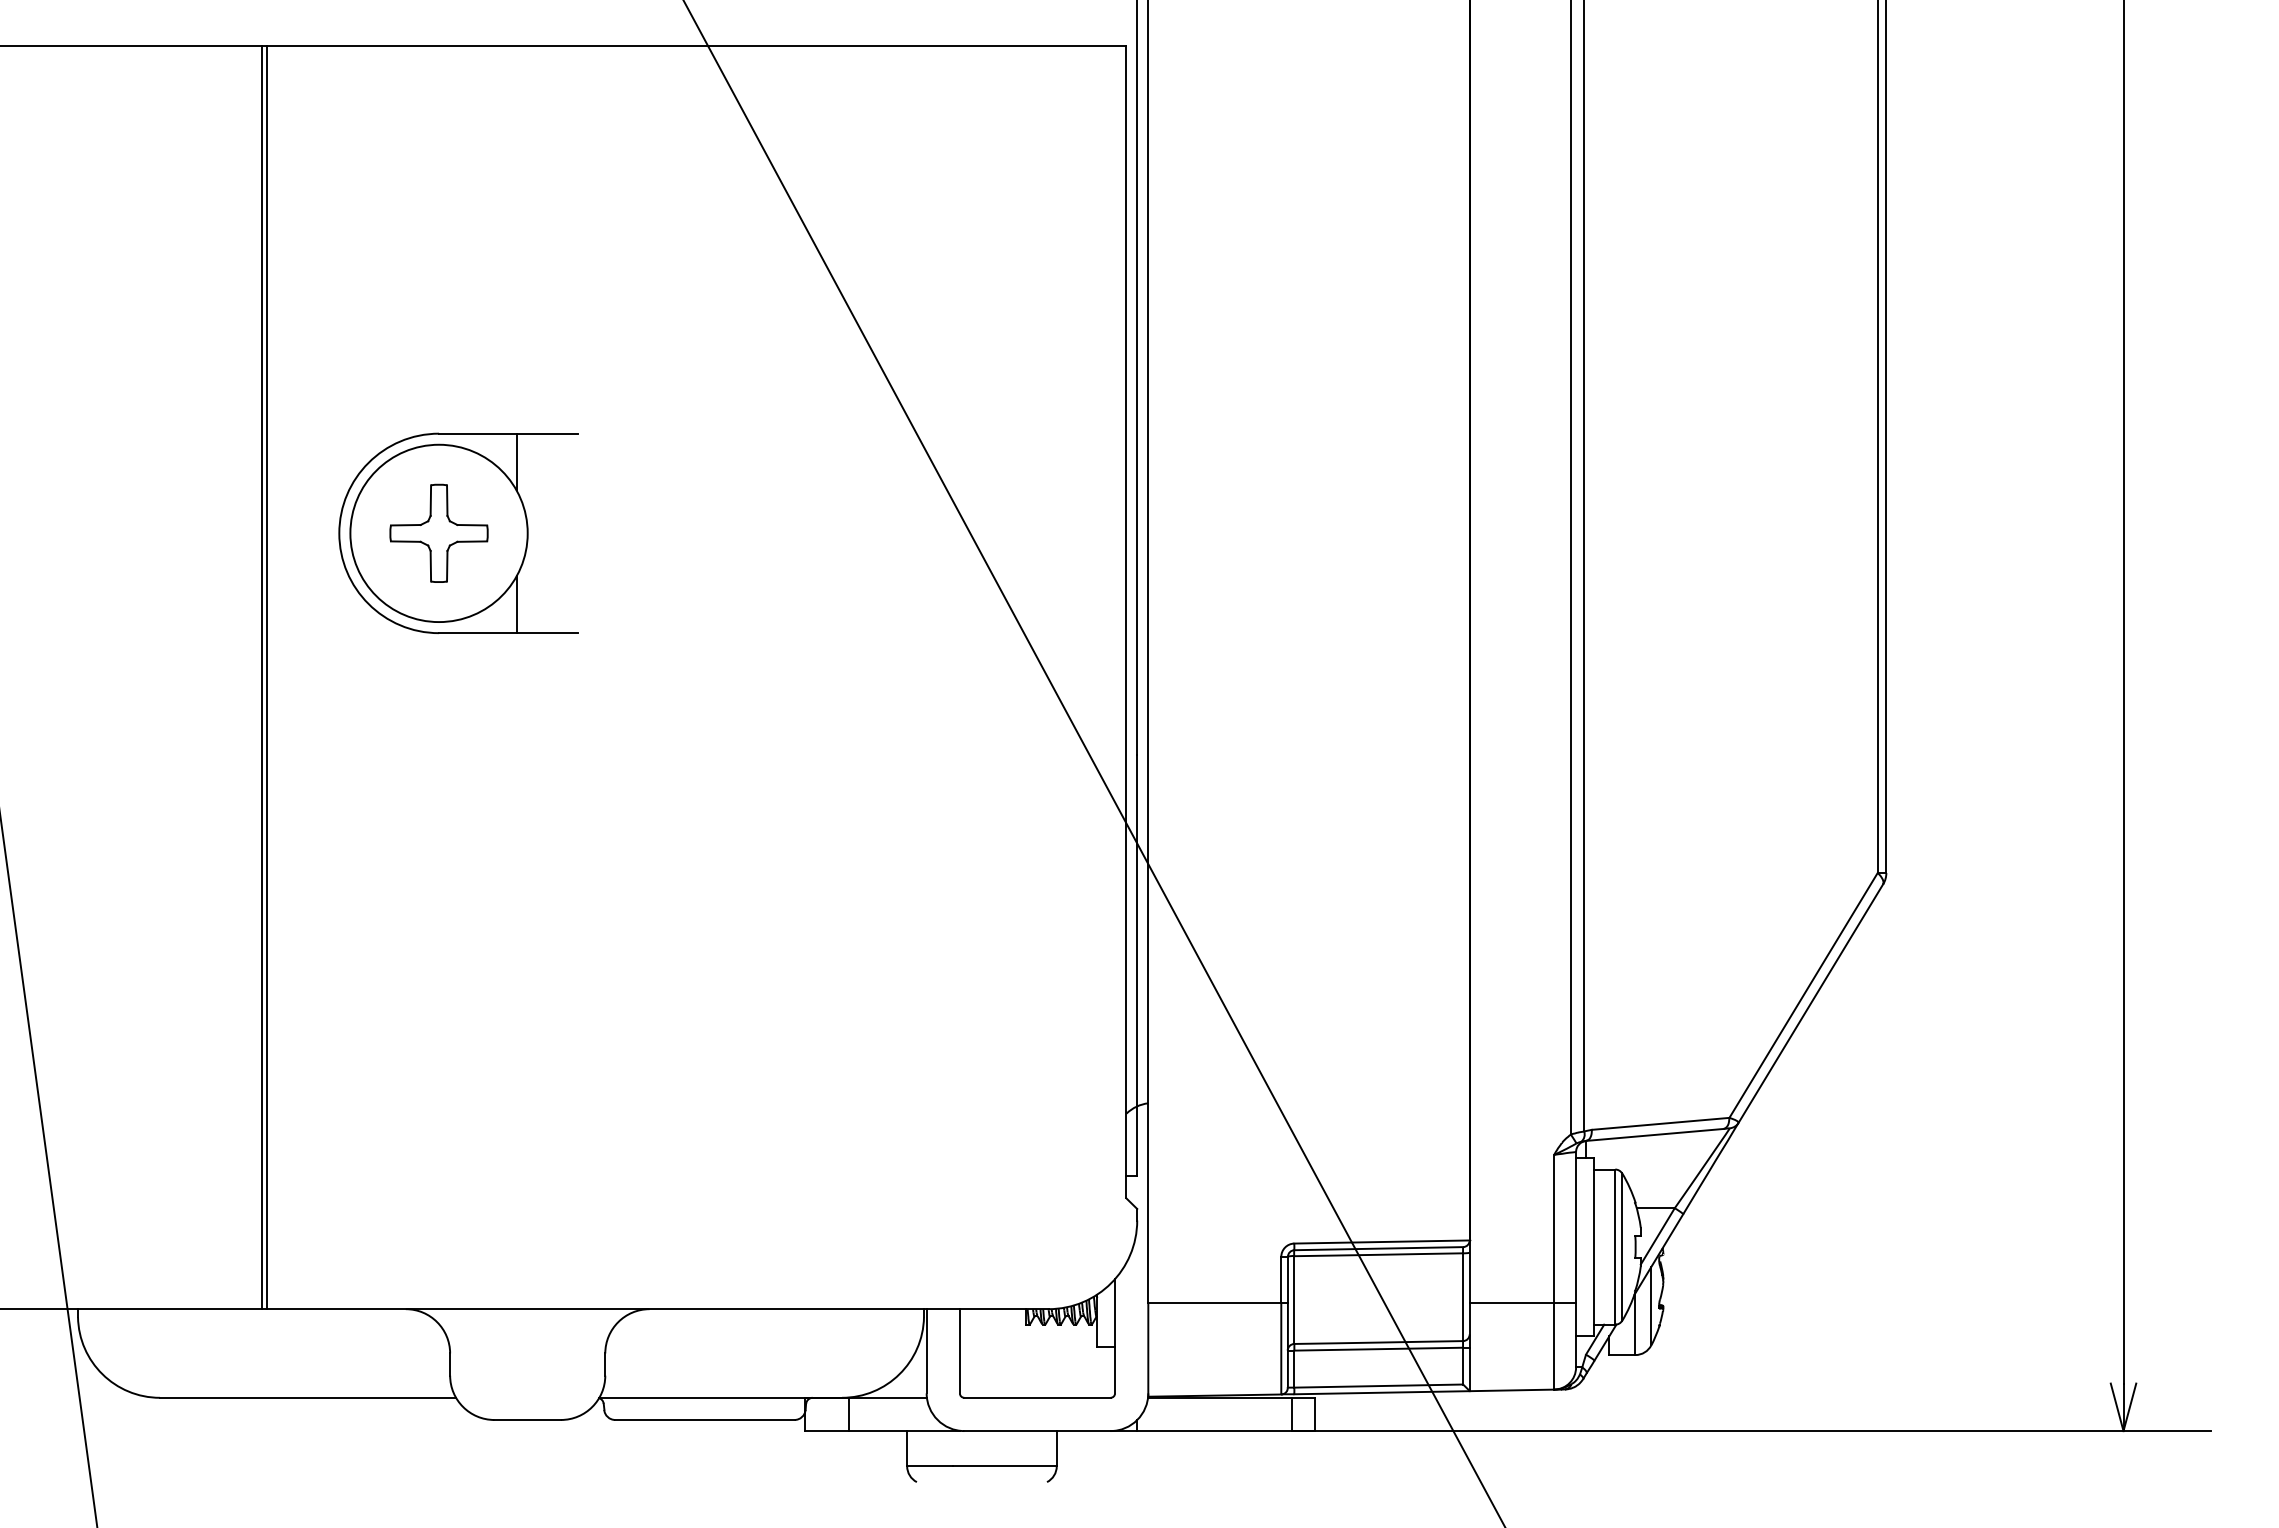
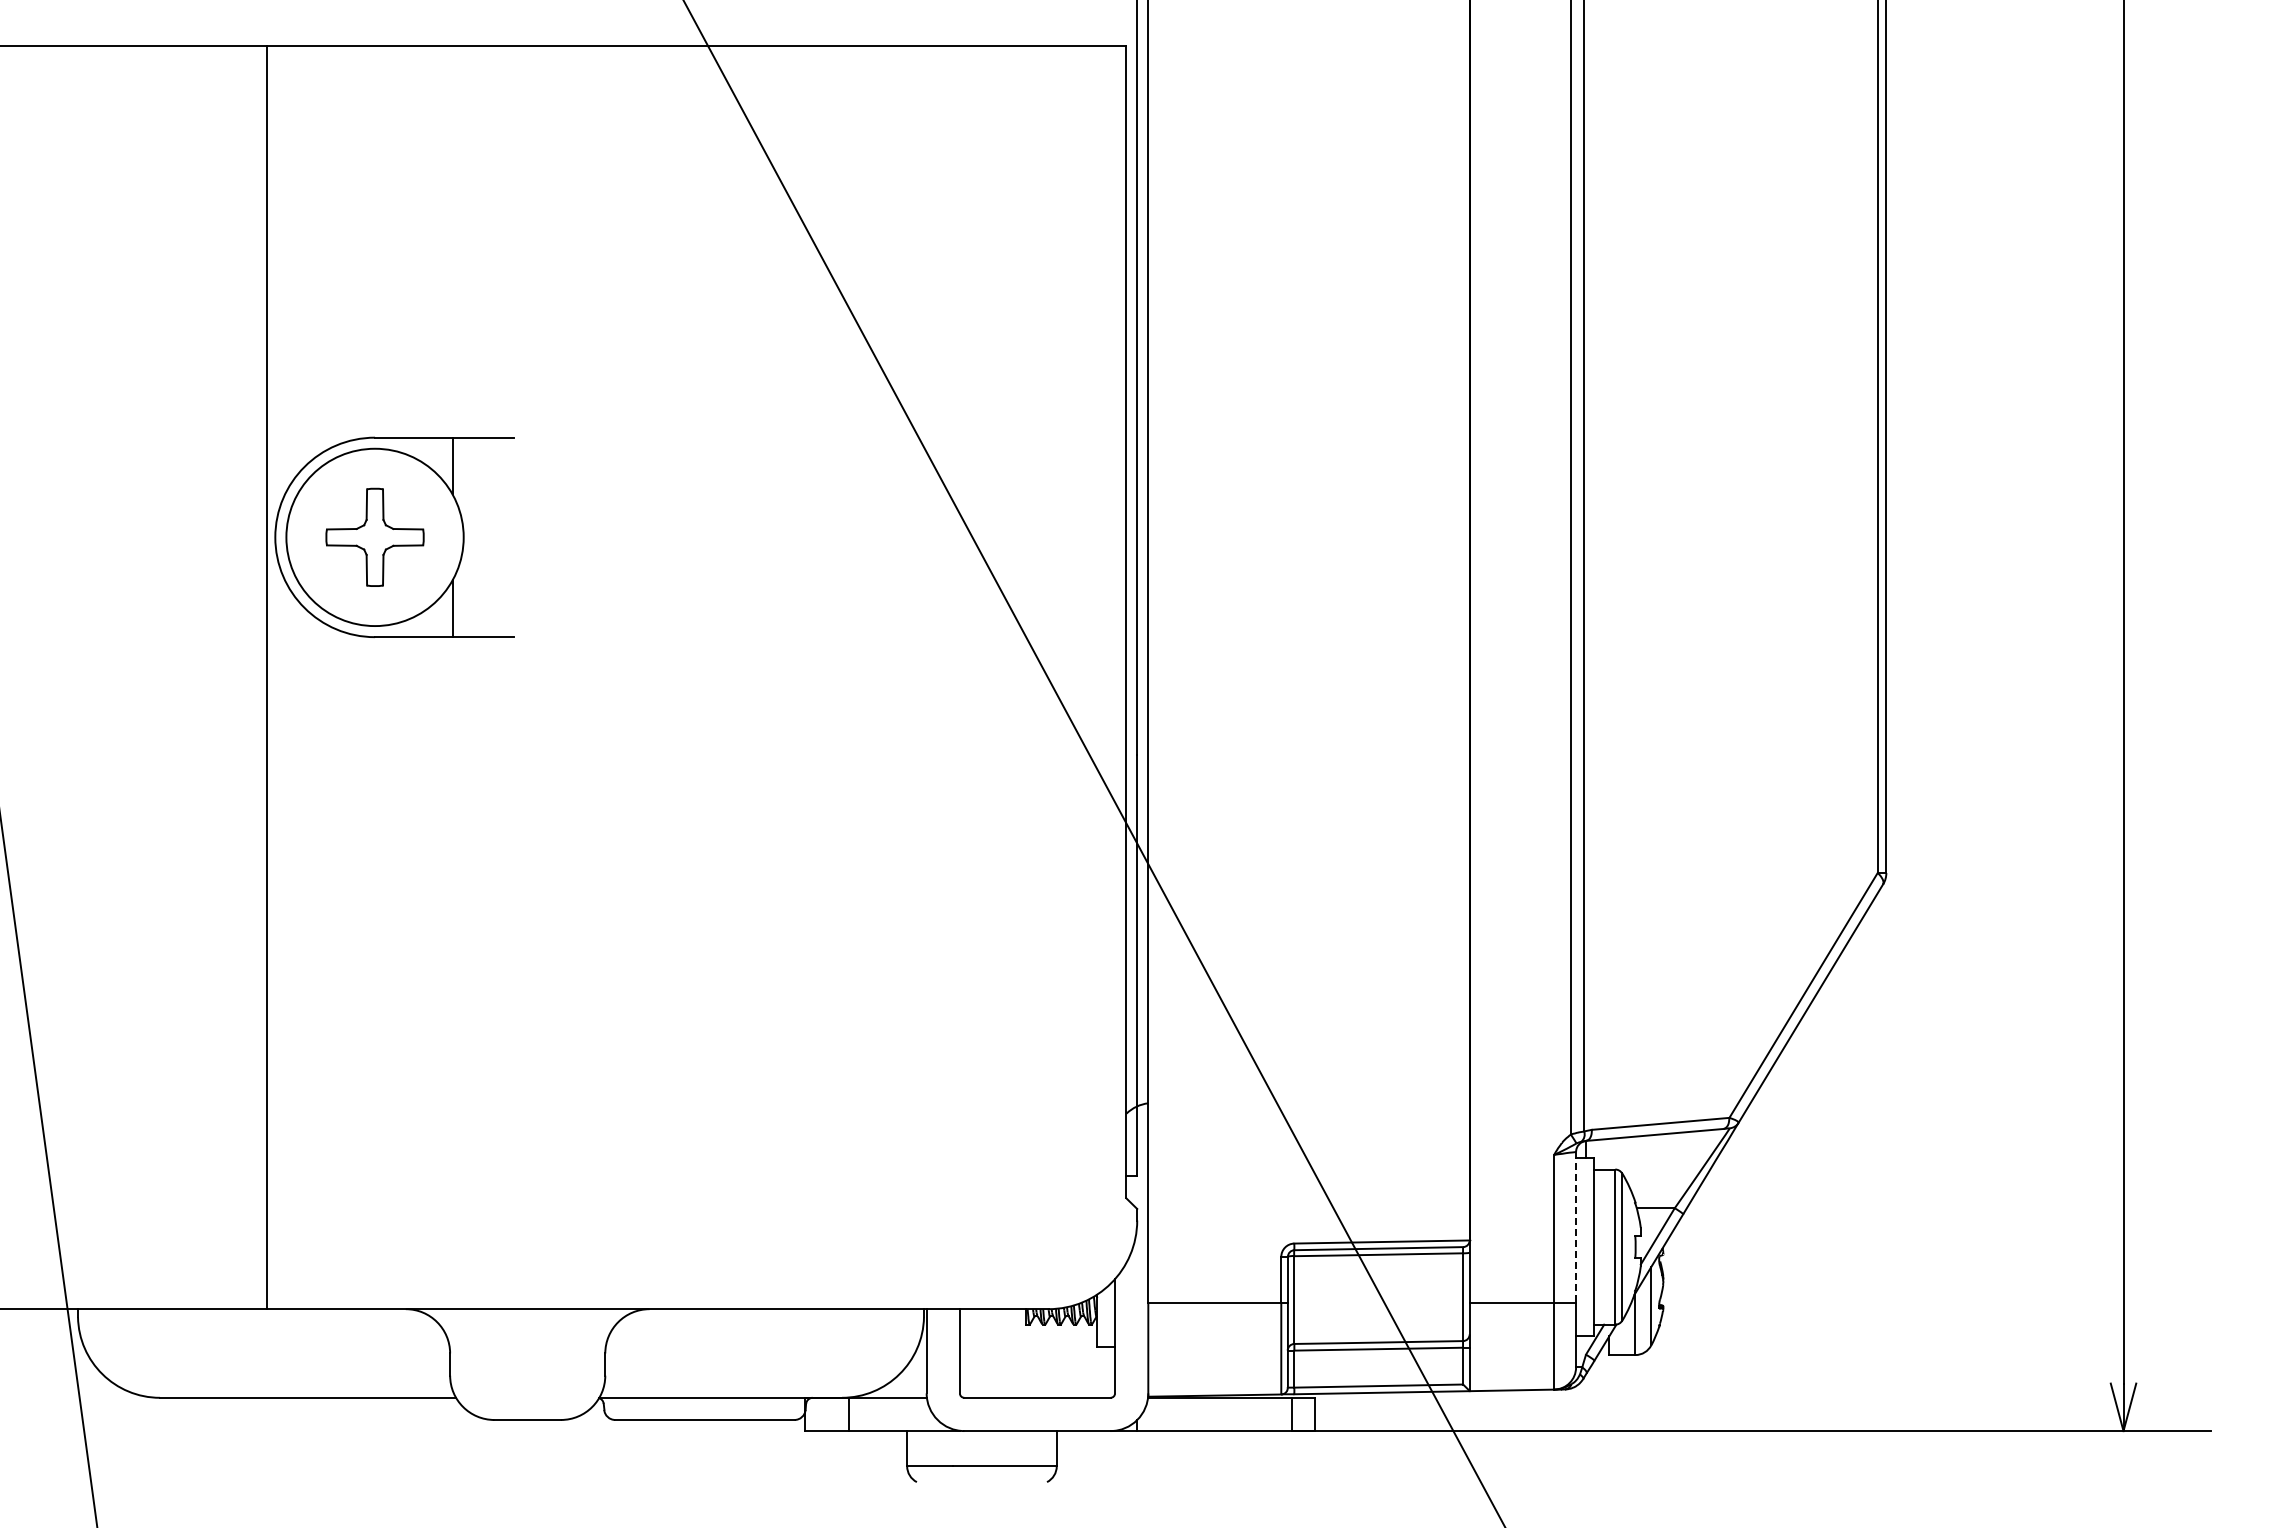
part at (458, 532) position: (458, 532) -> (394, 536)
line at (261, 677): present -> none
line at (1576, 1227): solid -> dashed
